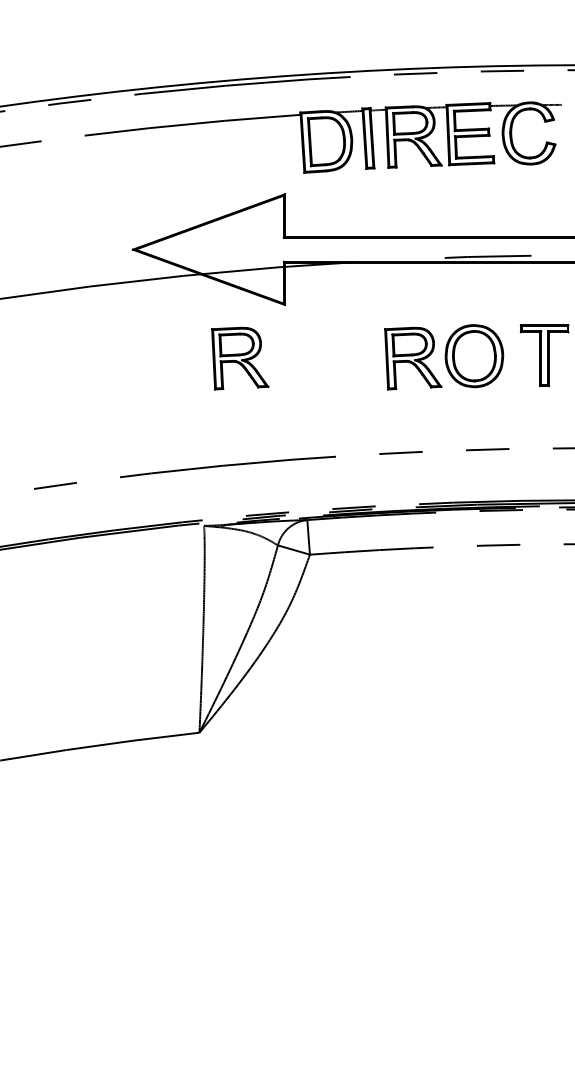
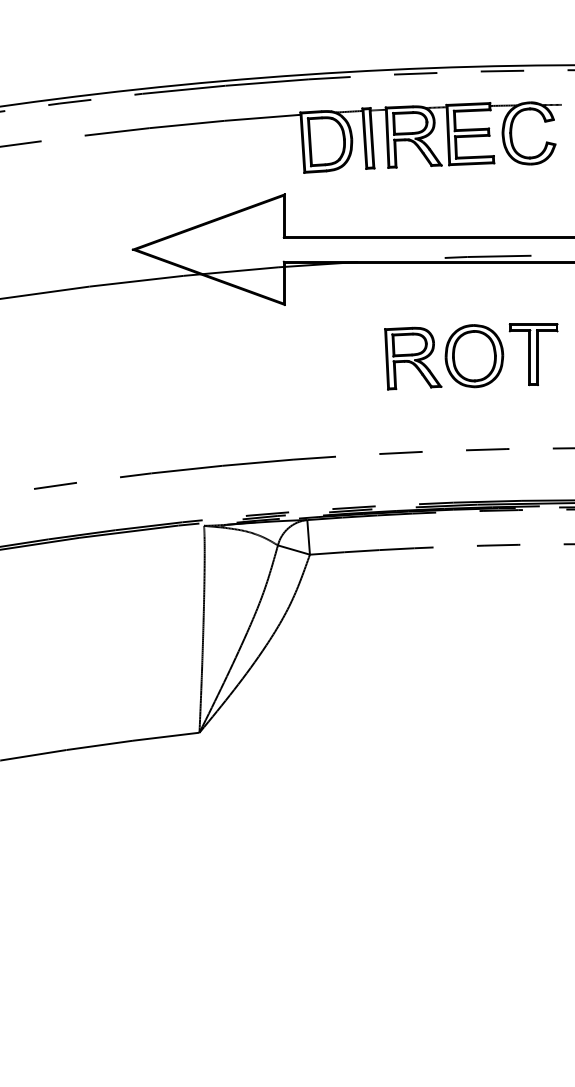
part at (544, 355) position: (544, 355) -> (533, 354)
part at (240, 358): present -> none
